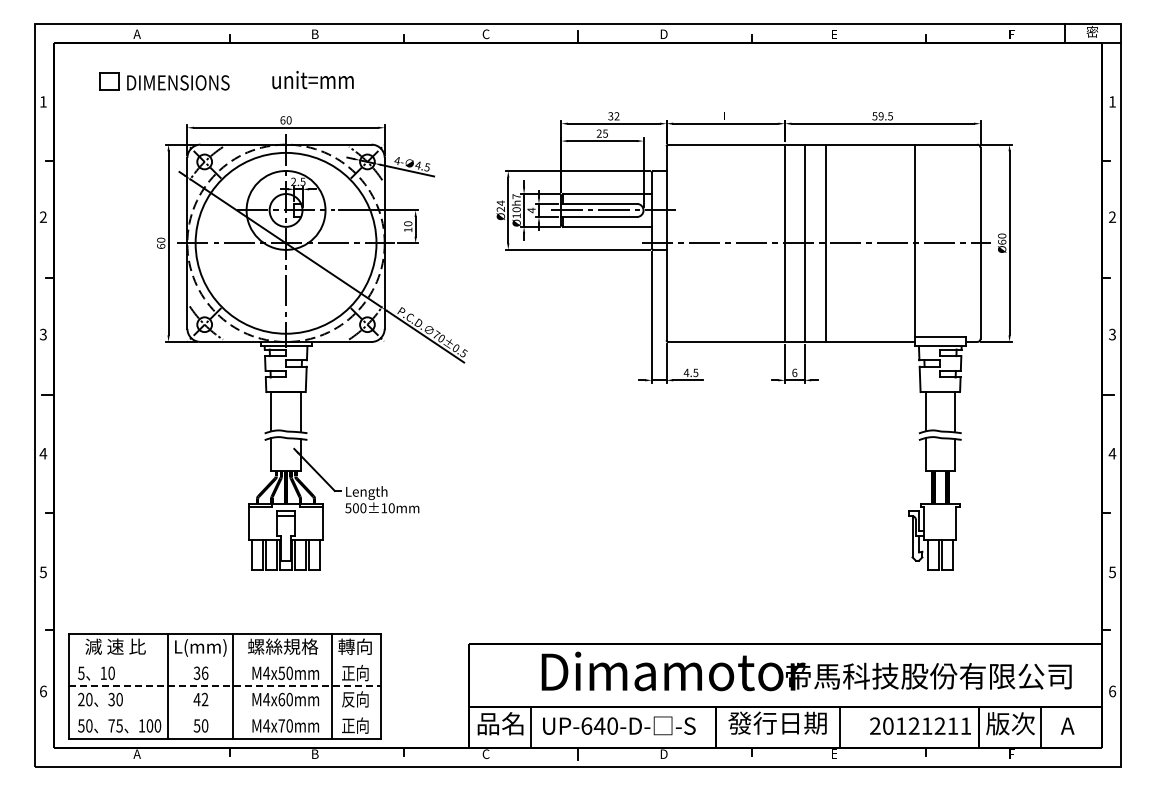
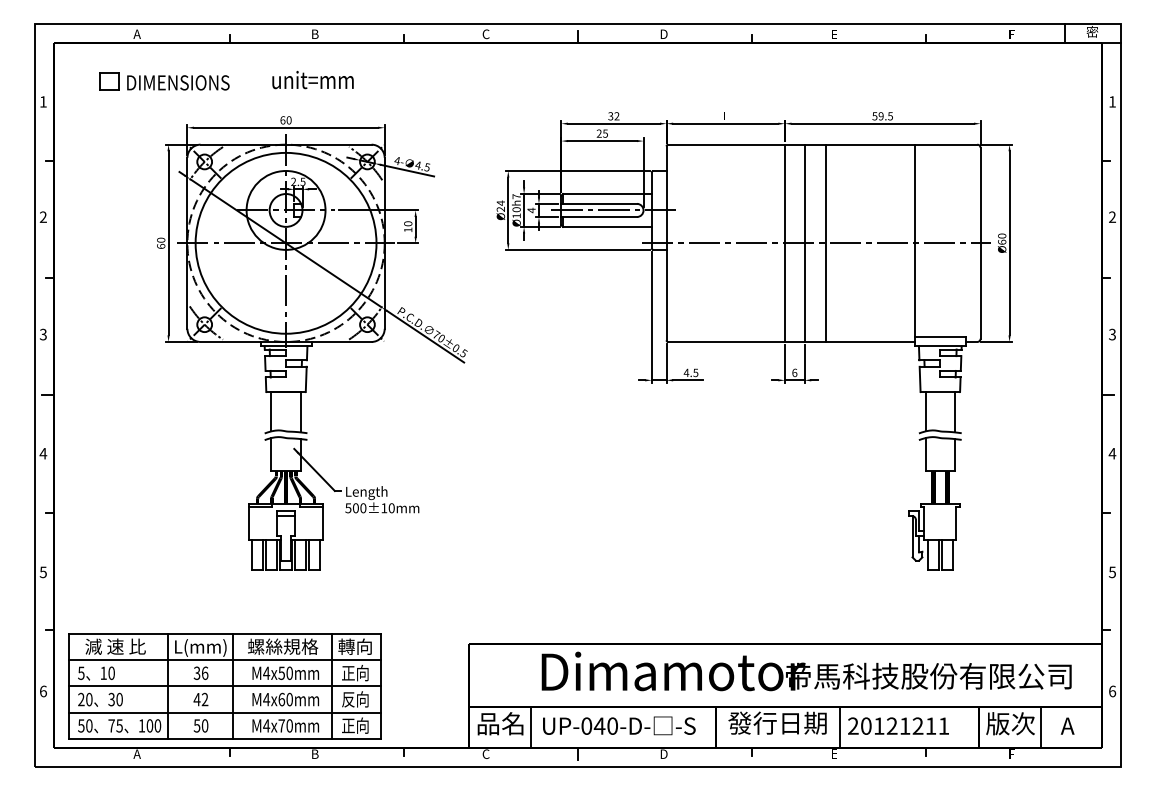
line at (224, 660): none -> present
line at (225, 686): dashed -> solid
line at (224, 712): none -> present
text at (586, 725): UP-640-D- -> UP-040-D-
text at (920, 725) position: (920, 725) -> (898, 725)
